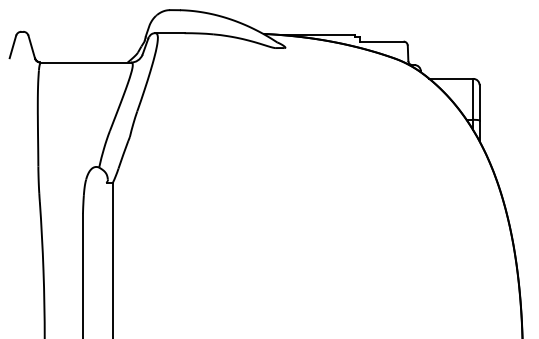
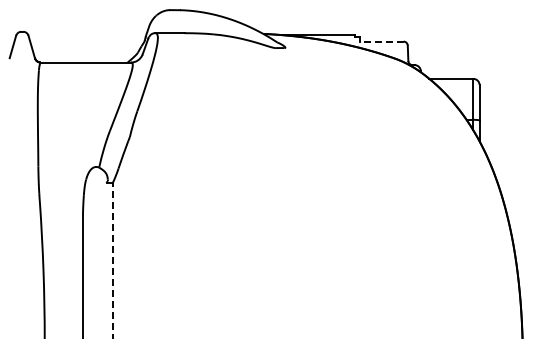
line at (381, 41): solid -> dashed
line at (112, 260): solid -> dashed
